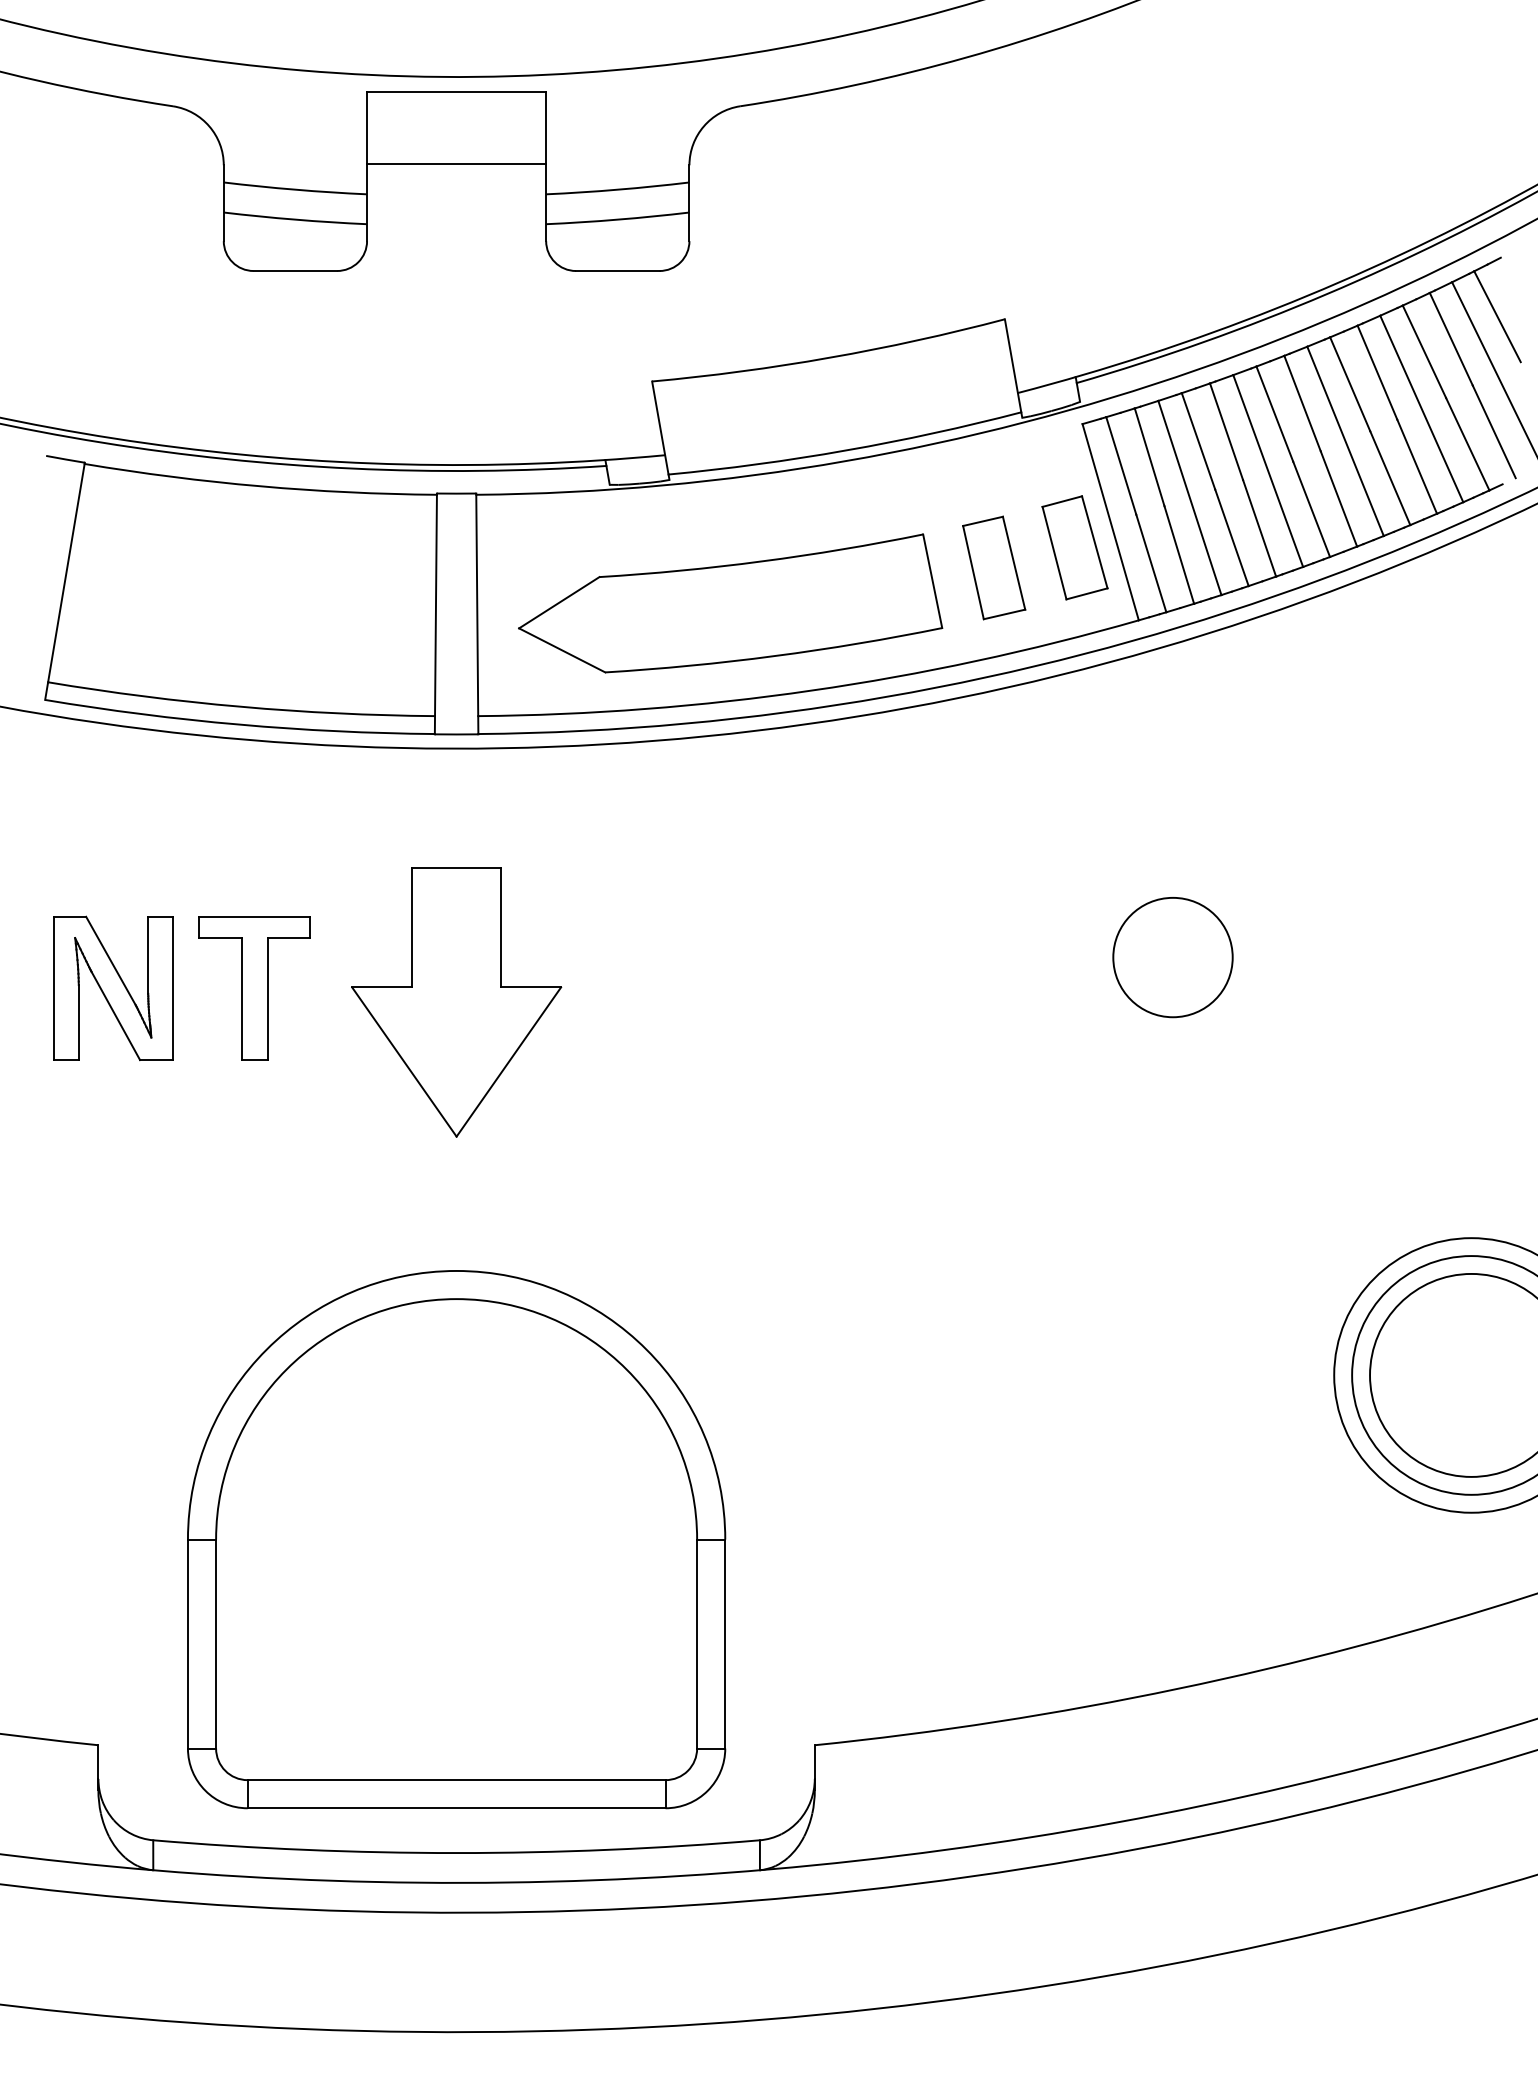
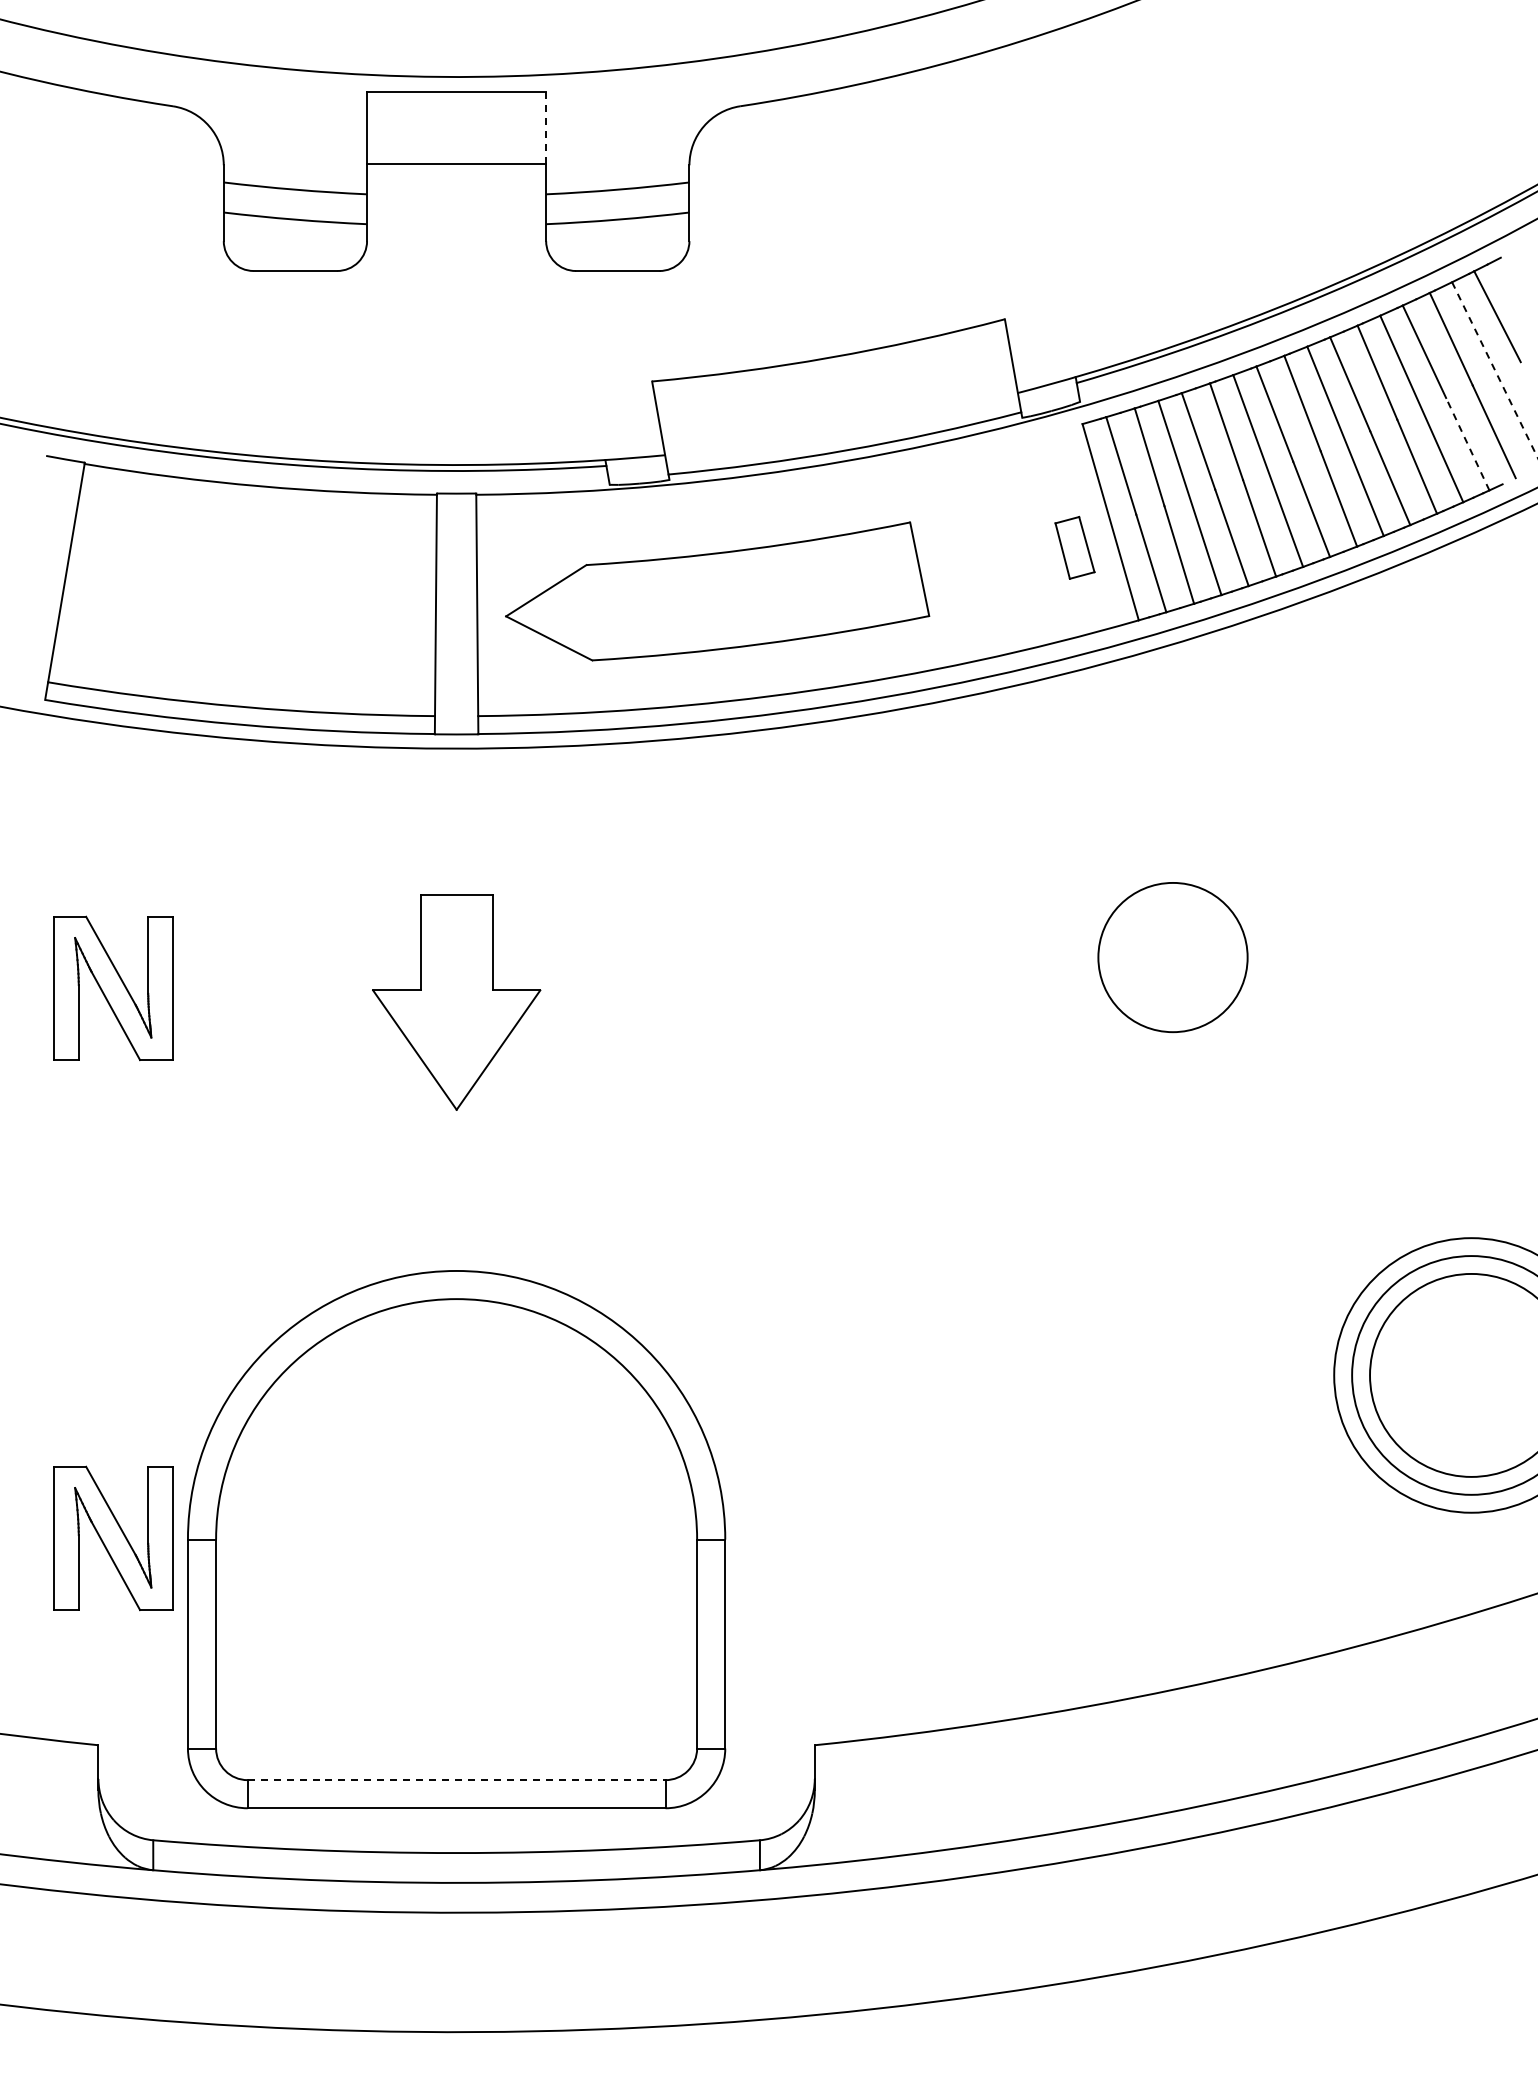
line at (546, 127): solid -> dashed
line at (1494, 369): solid -> dashed
line at (1467, 443): solid -> dashed
part at (1074, 547) size: 68x106 px -> 42x65 px
part at (994, 567): present -> none
part at (730, 603) position: (730, 603) -> (717, 591)
circle at (1172, 957) diameter: 119 px -> 149 px
part at (254, 988): present -> none
part at (456, 1002) size: 212x271 px -> 170x217 px
part at (113, 1538): none -> present
line at (456, 1780): solid -> dashed
